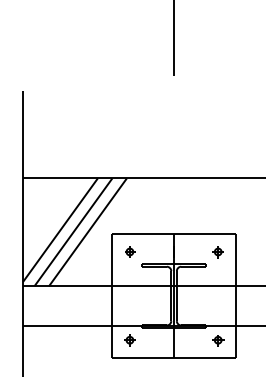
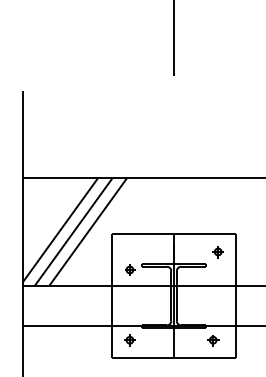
part at (130, 251) position: (130, 251) -> (130, 269)
part at (218, 340) position: (218, 340) -> (213, 340)
